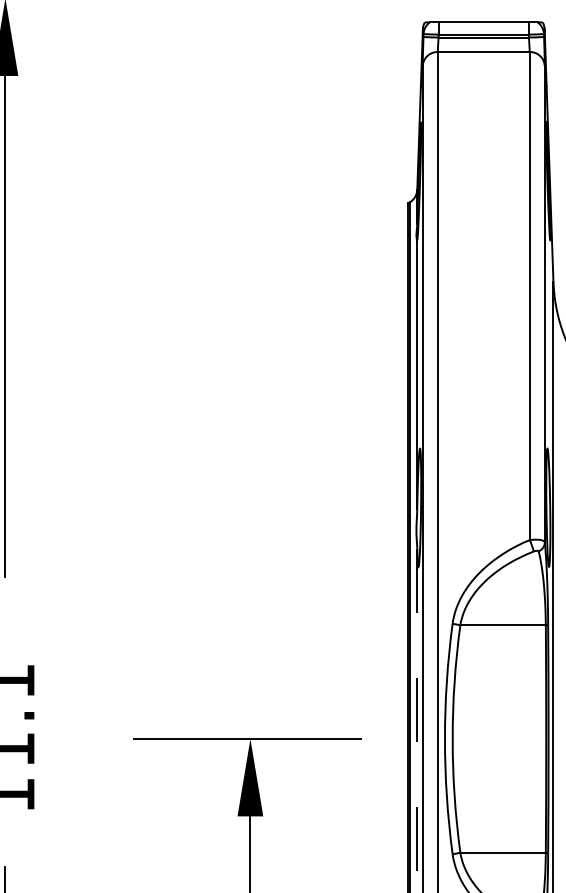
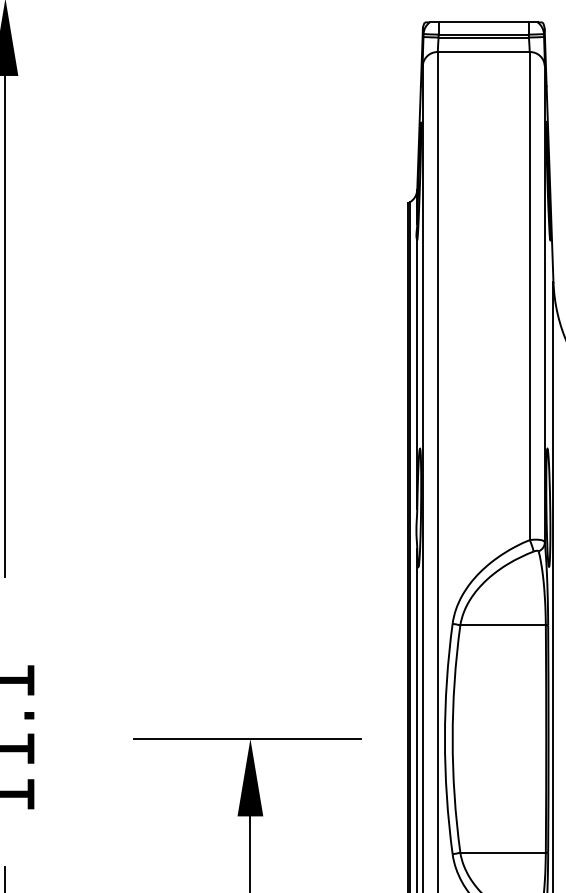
line at (417, 720): dashed -> solid
